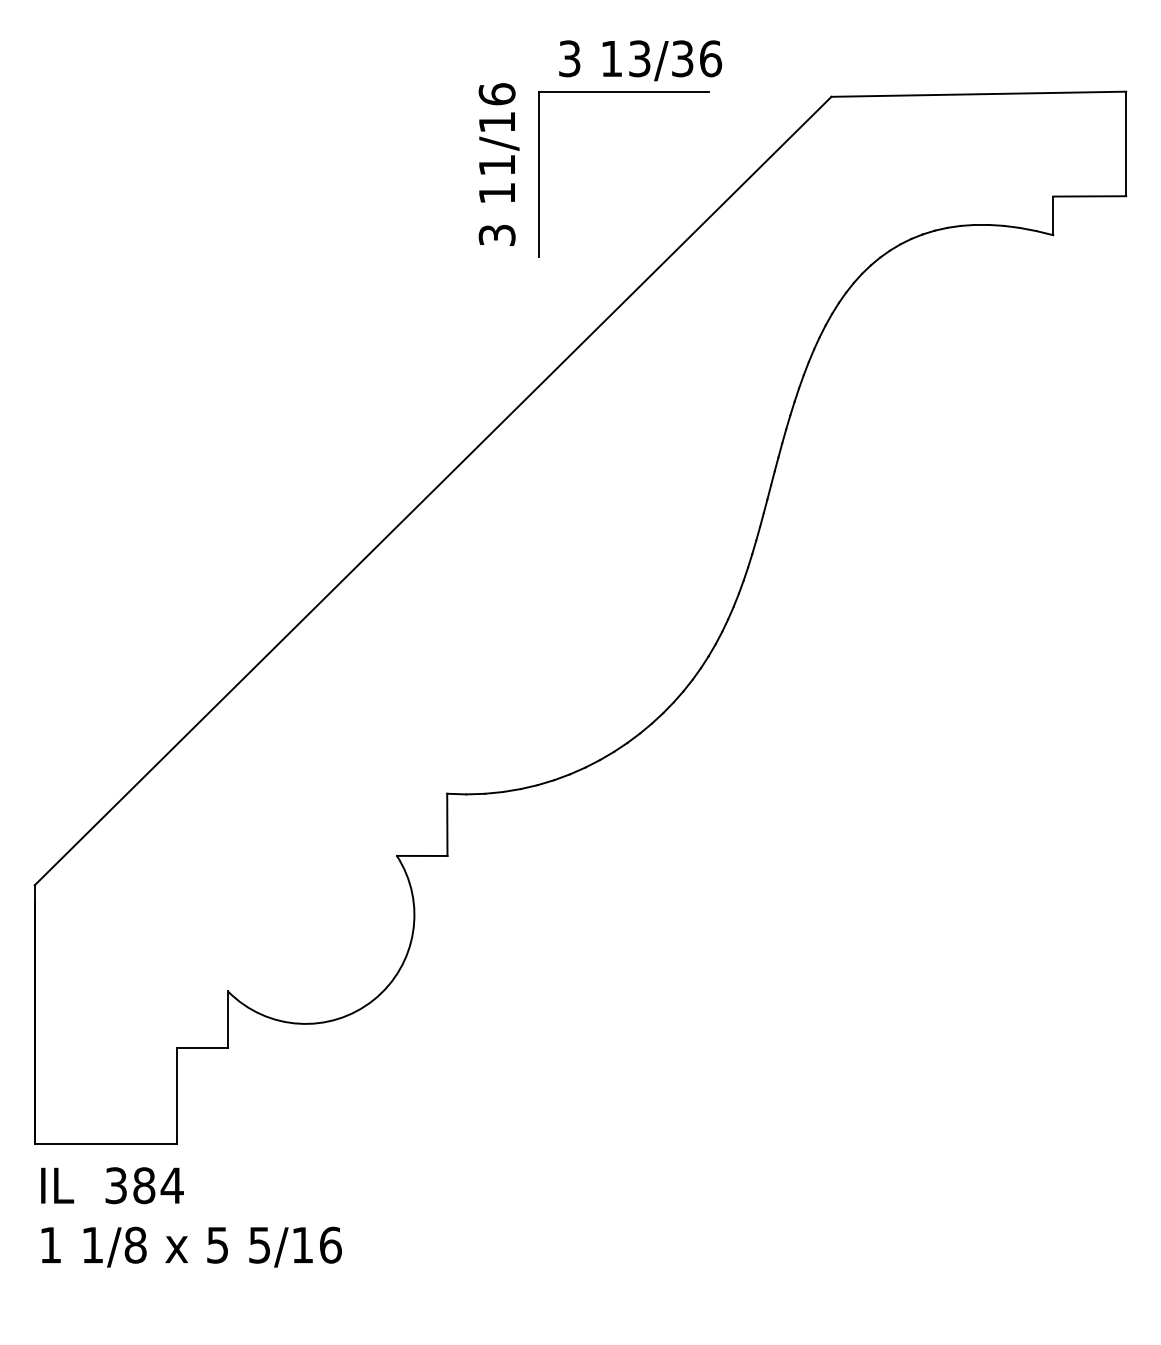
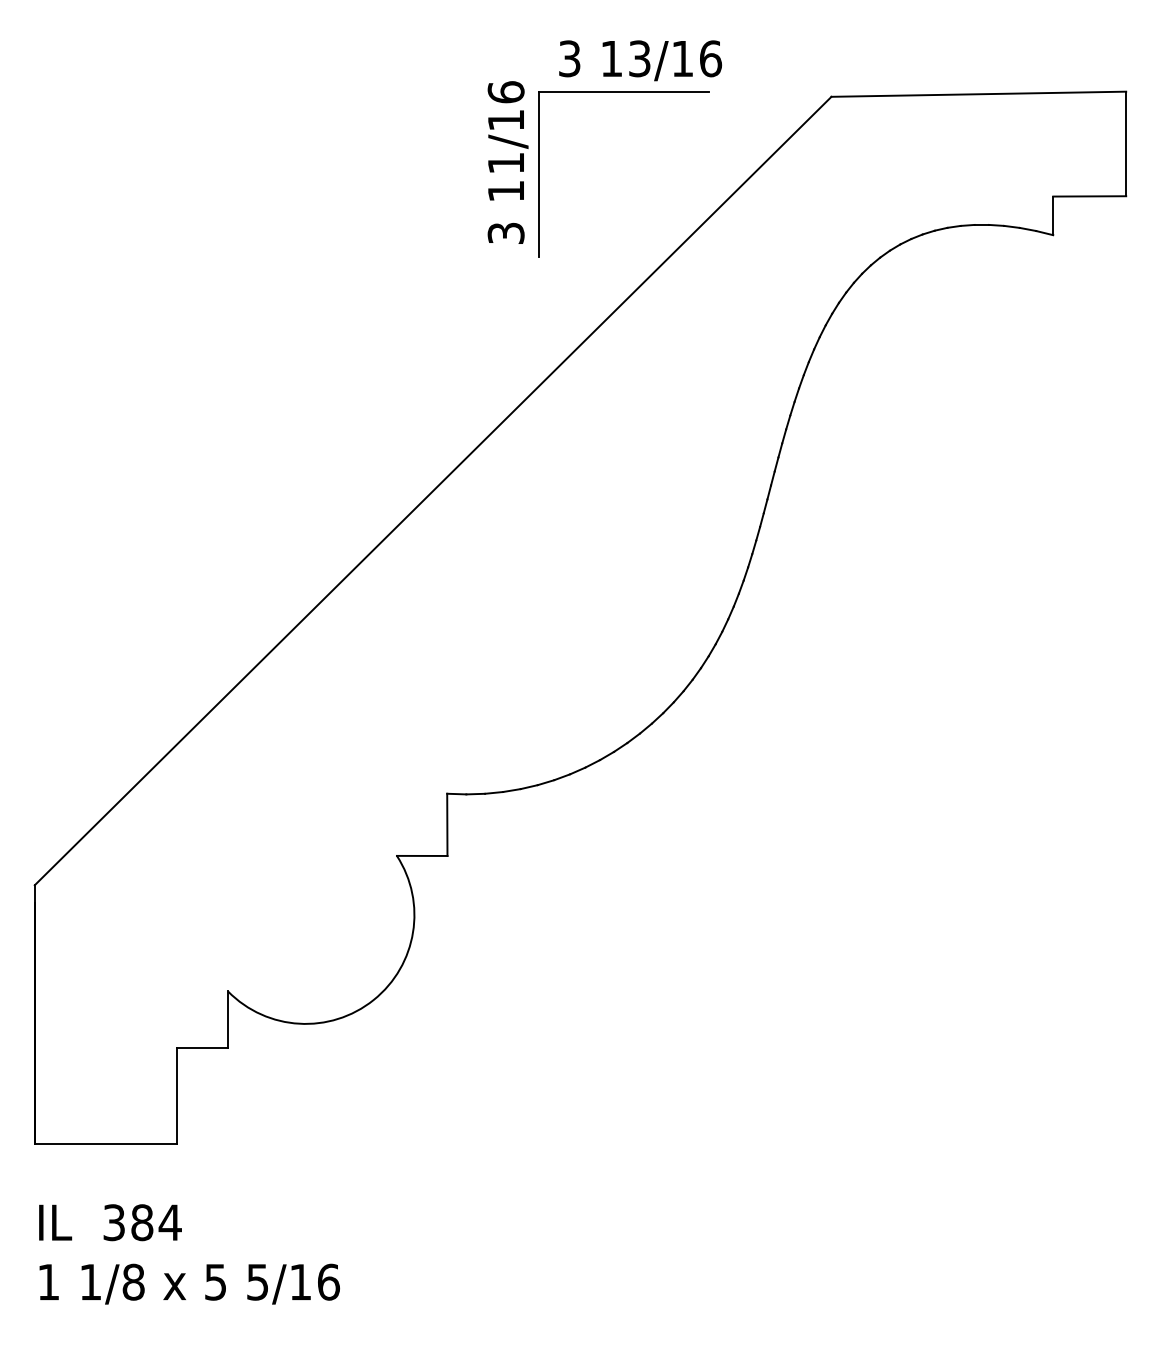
text at (682, 58): 13/36 -> 13/16
text at (498, 164) position: (498, 164) -> (507, 162)
text at (191, 1217) position: (191, 1217) -> (189, 1254)
